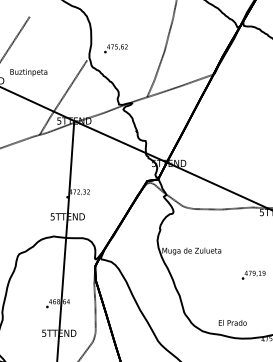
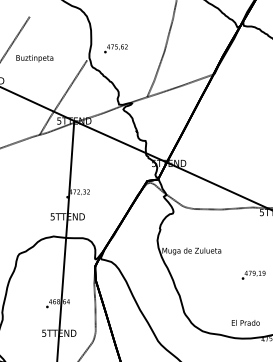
text at (28, 72) position: (28, 72) -> (34, 58)
text at (232, 322) position: (232, 322) -> (245, 322)
